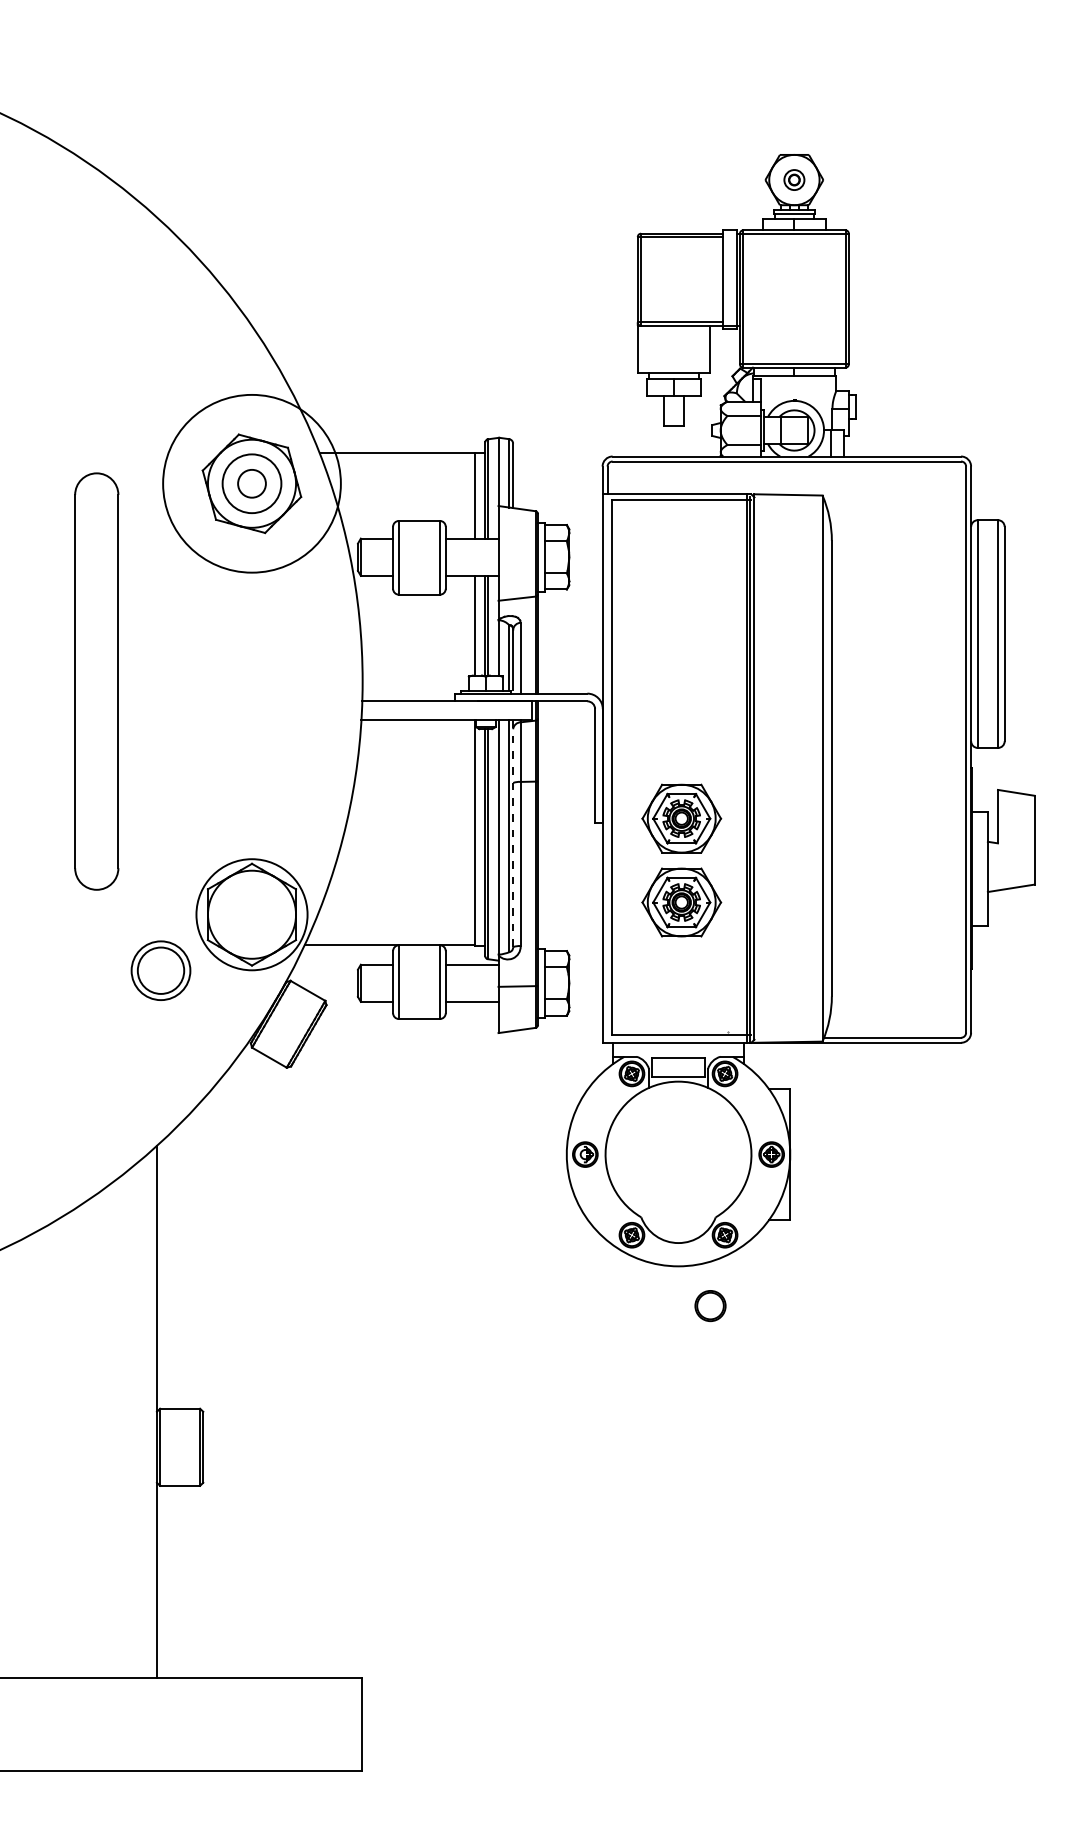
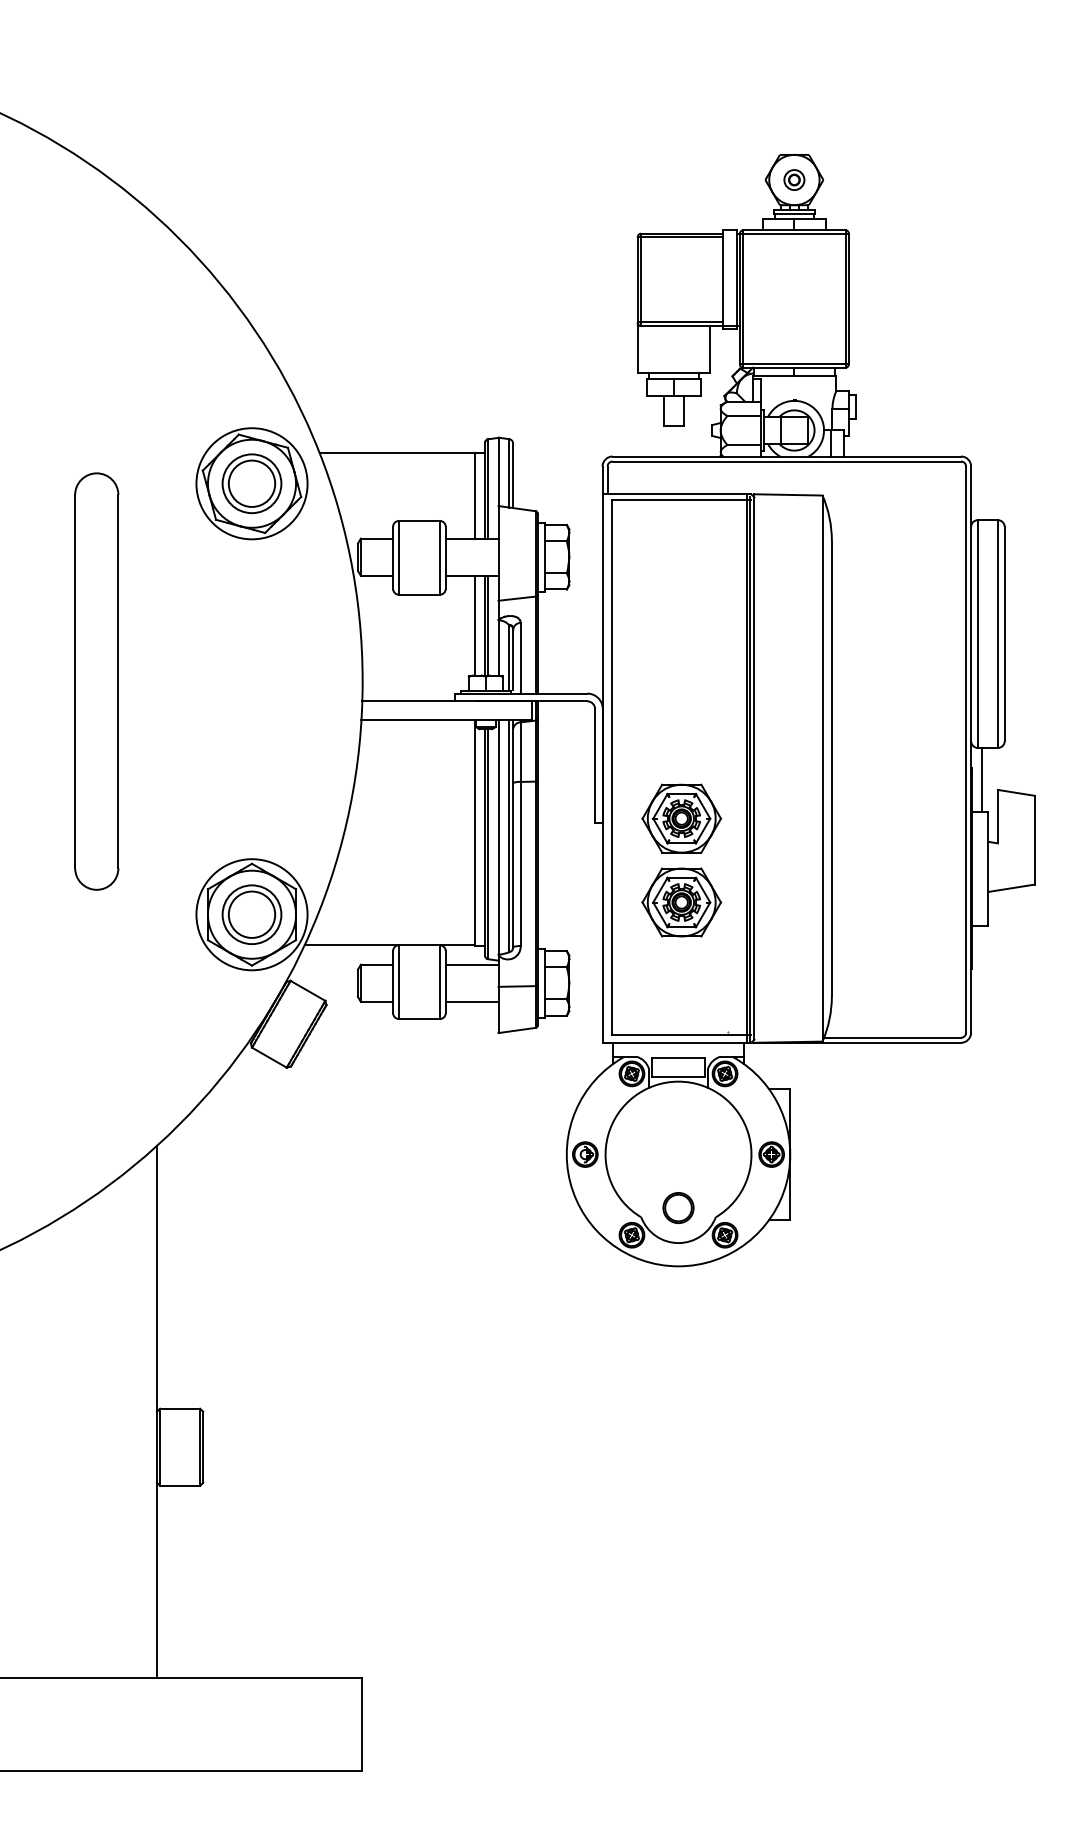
circle at (251, 483) diameter: 178 px -> 111 px
circle at (251, 483) diameter: 28 px -> 46 px
line at (982, 779): none -> present
line at (513, 833): dashed -> solid
part at (160, 970) position: (160, 970) -> (251, 914)
part at (710, 1306) position: (710, 1306) -> (678, 1208)
